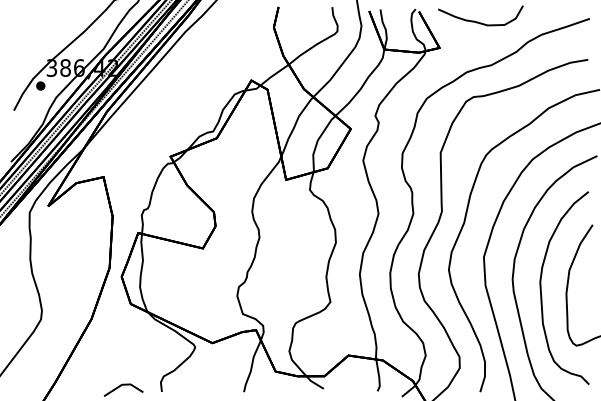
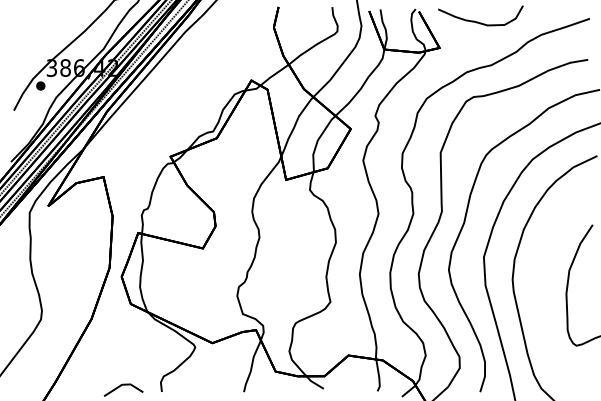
curve at (541, 287): present -> none
